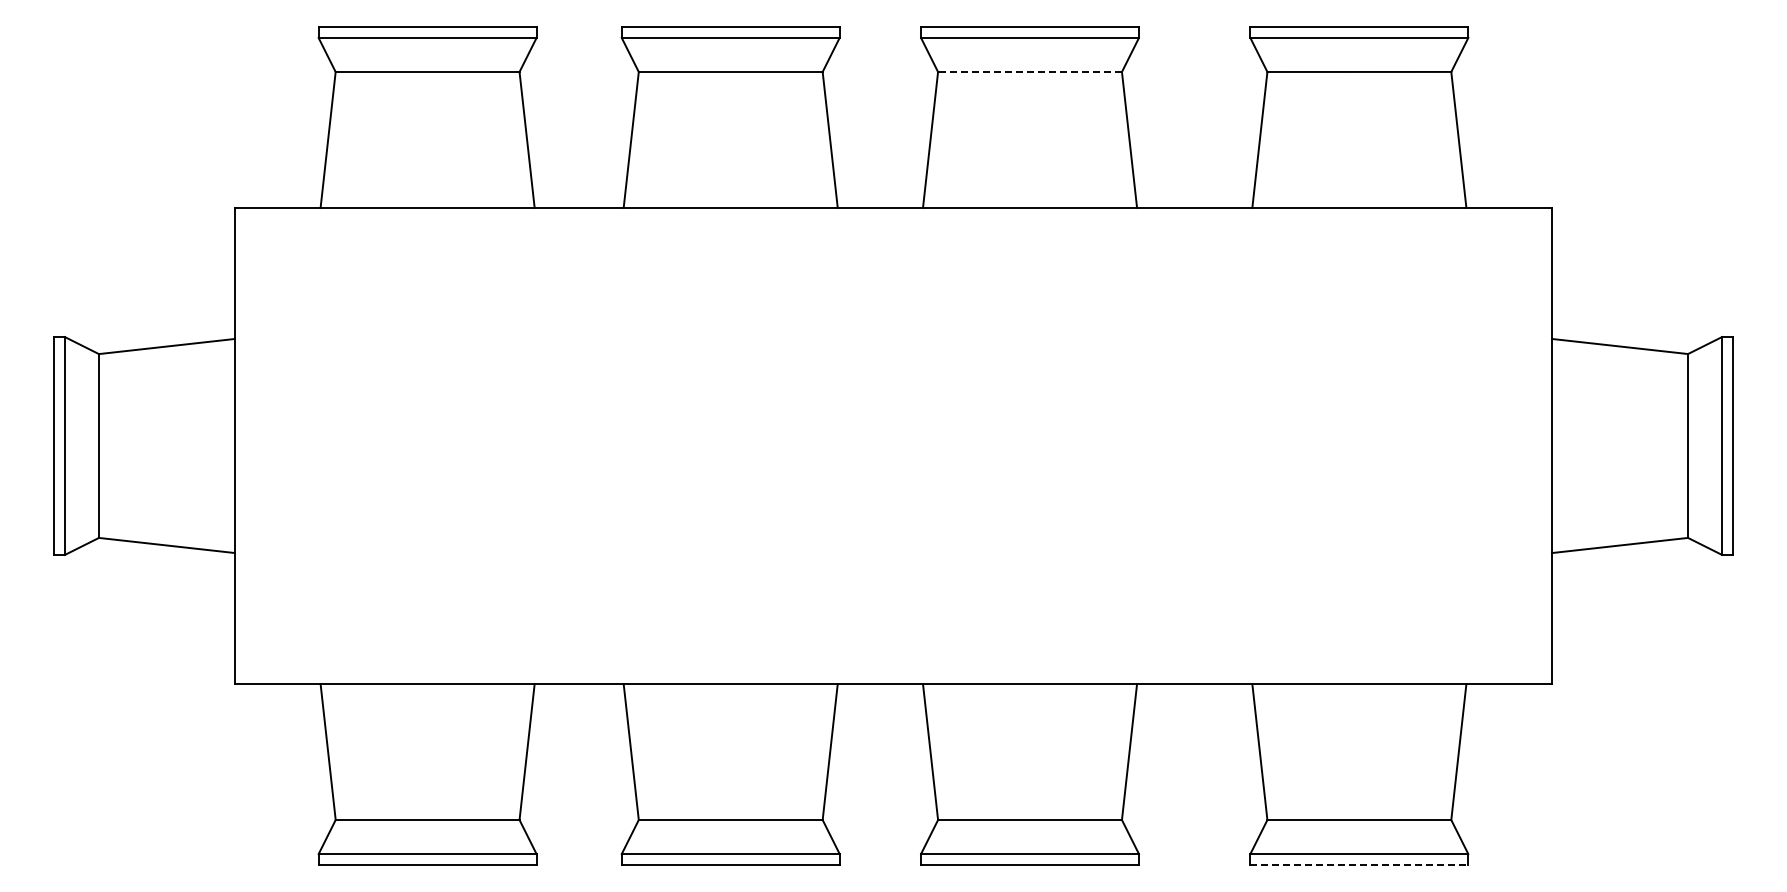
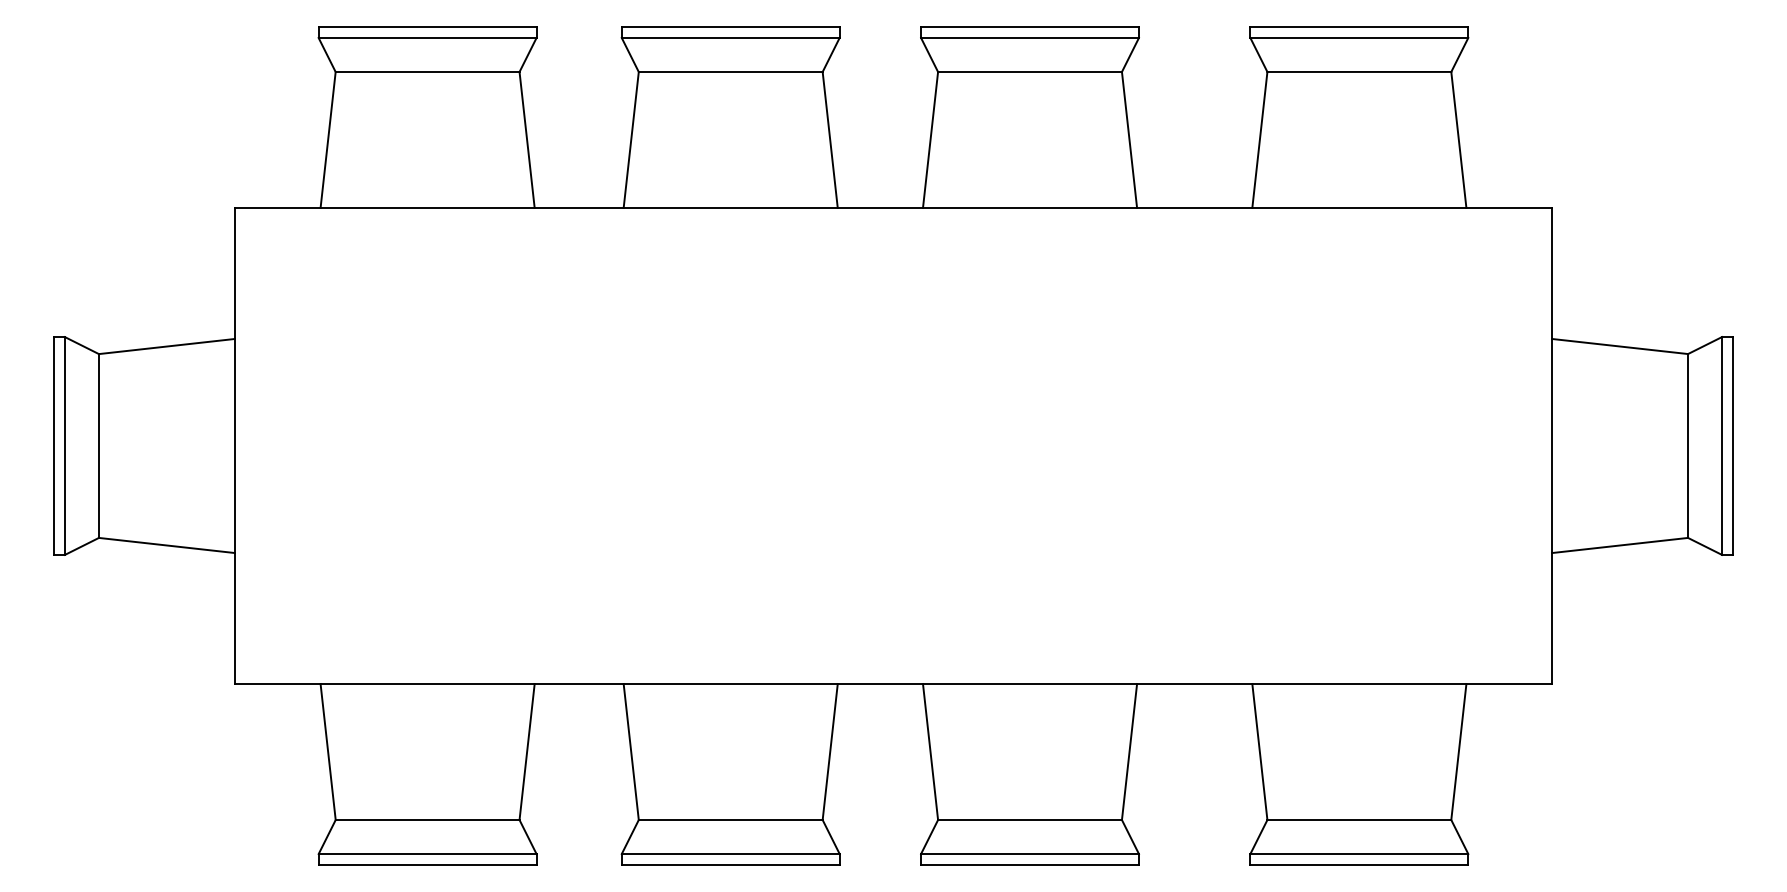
line at (1030, 72): dashed -> solid
line at (1359, 865): dashed -> solid
